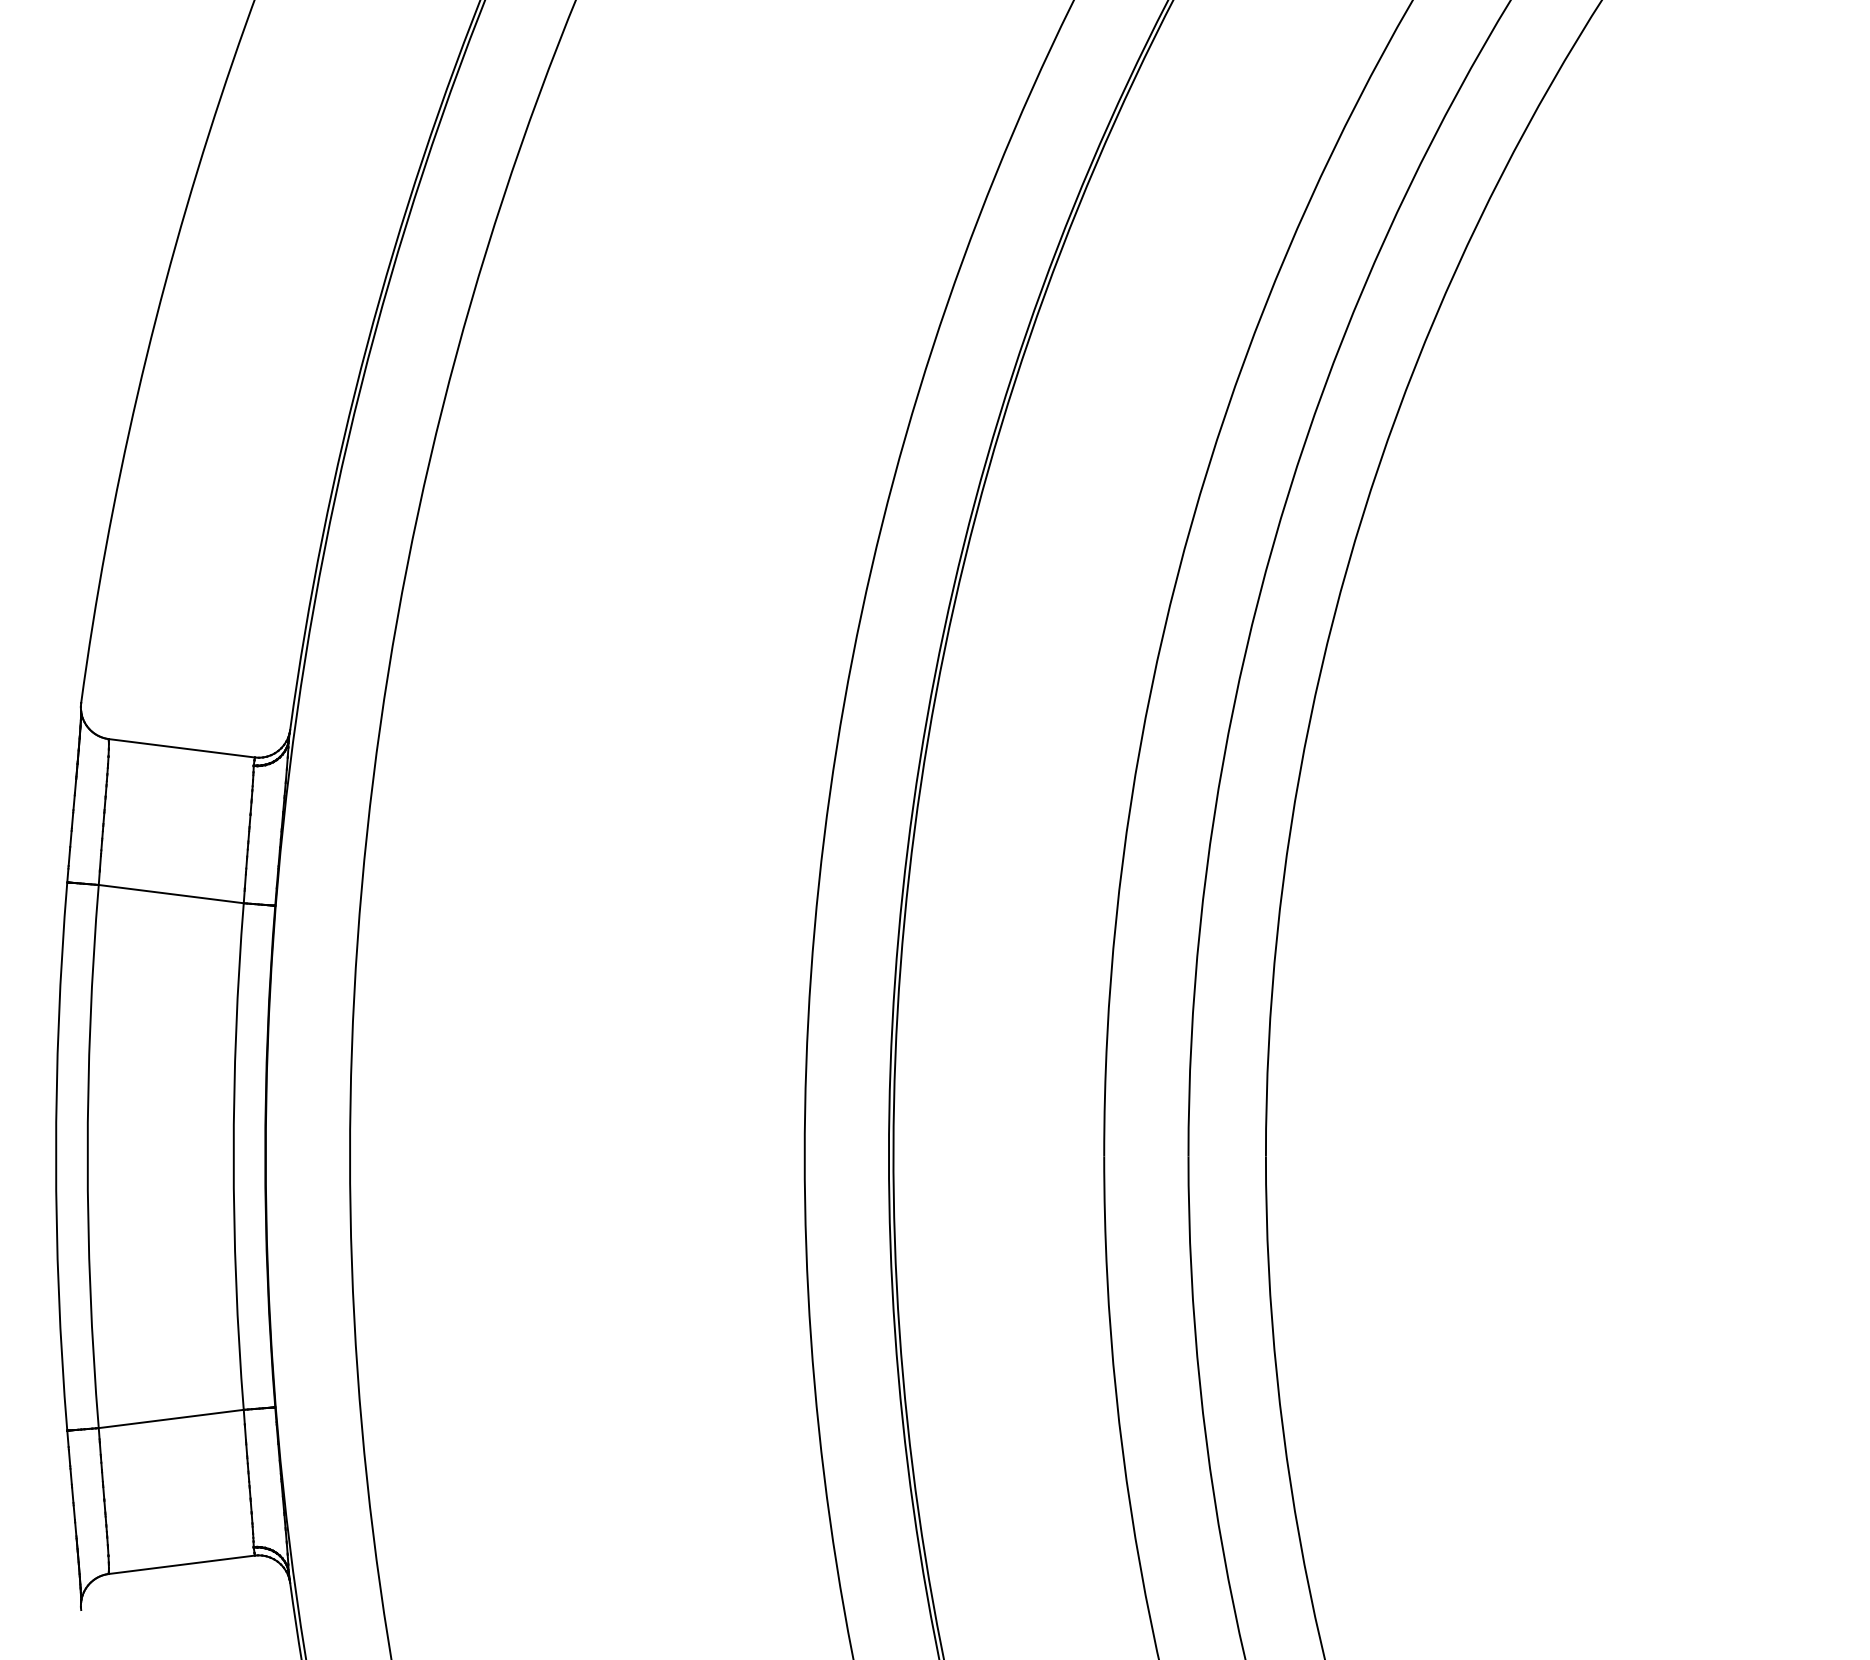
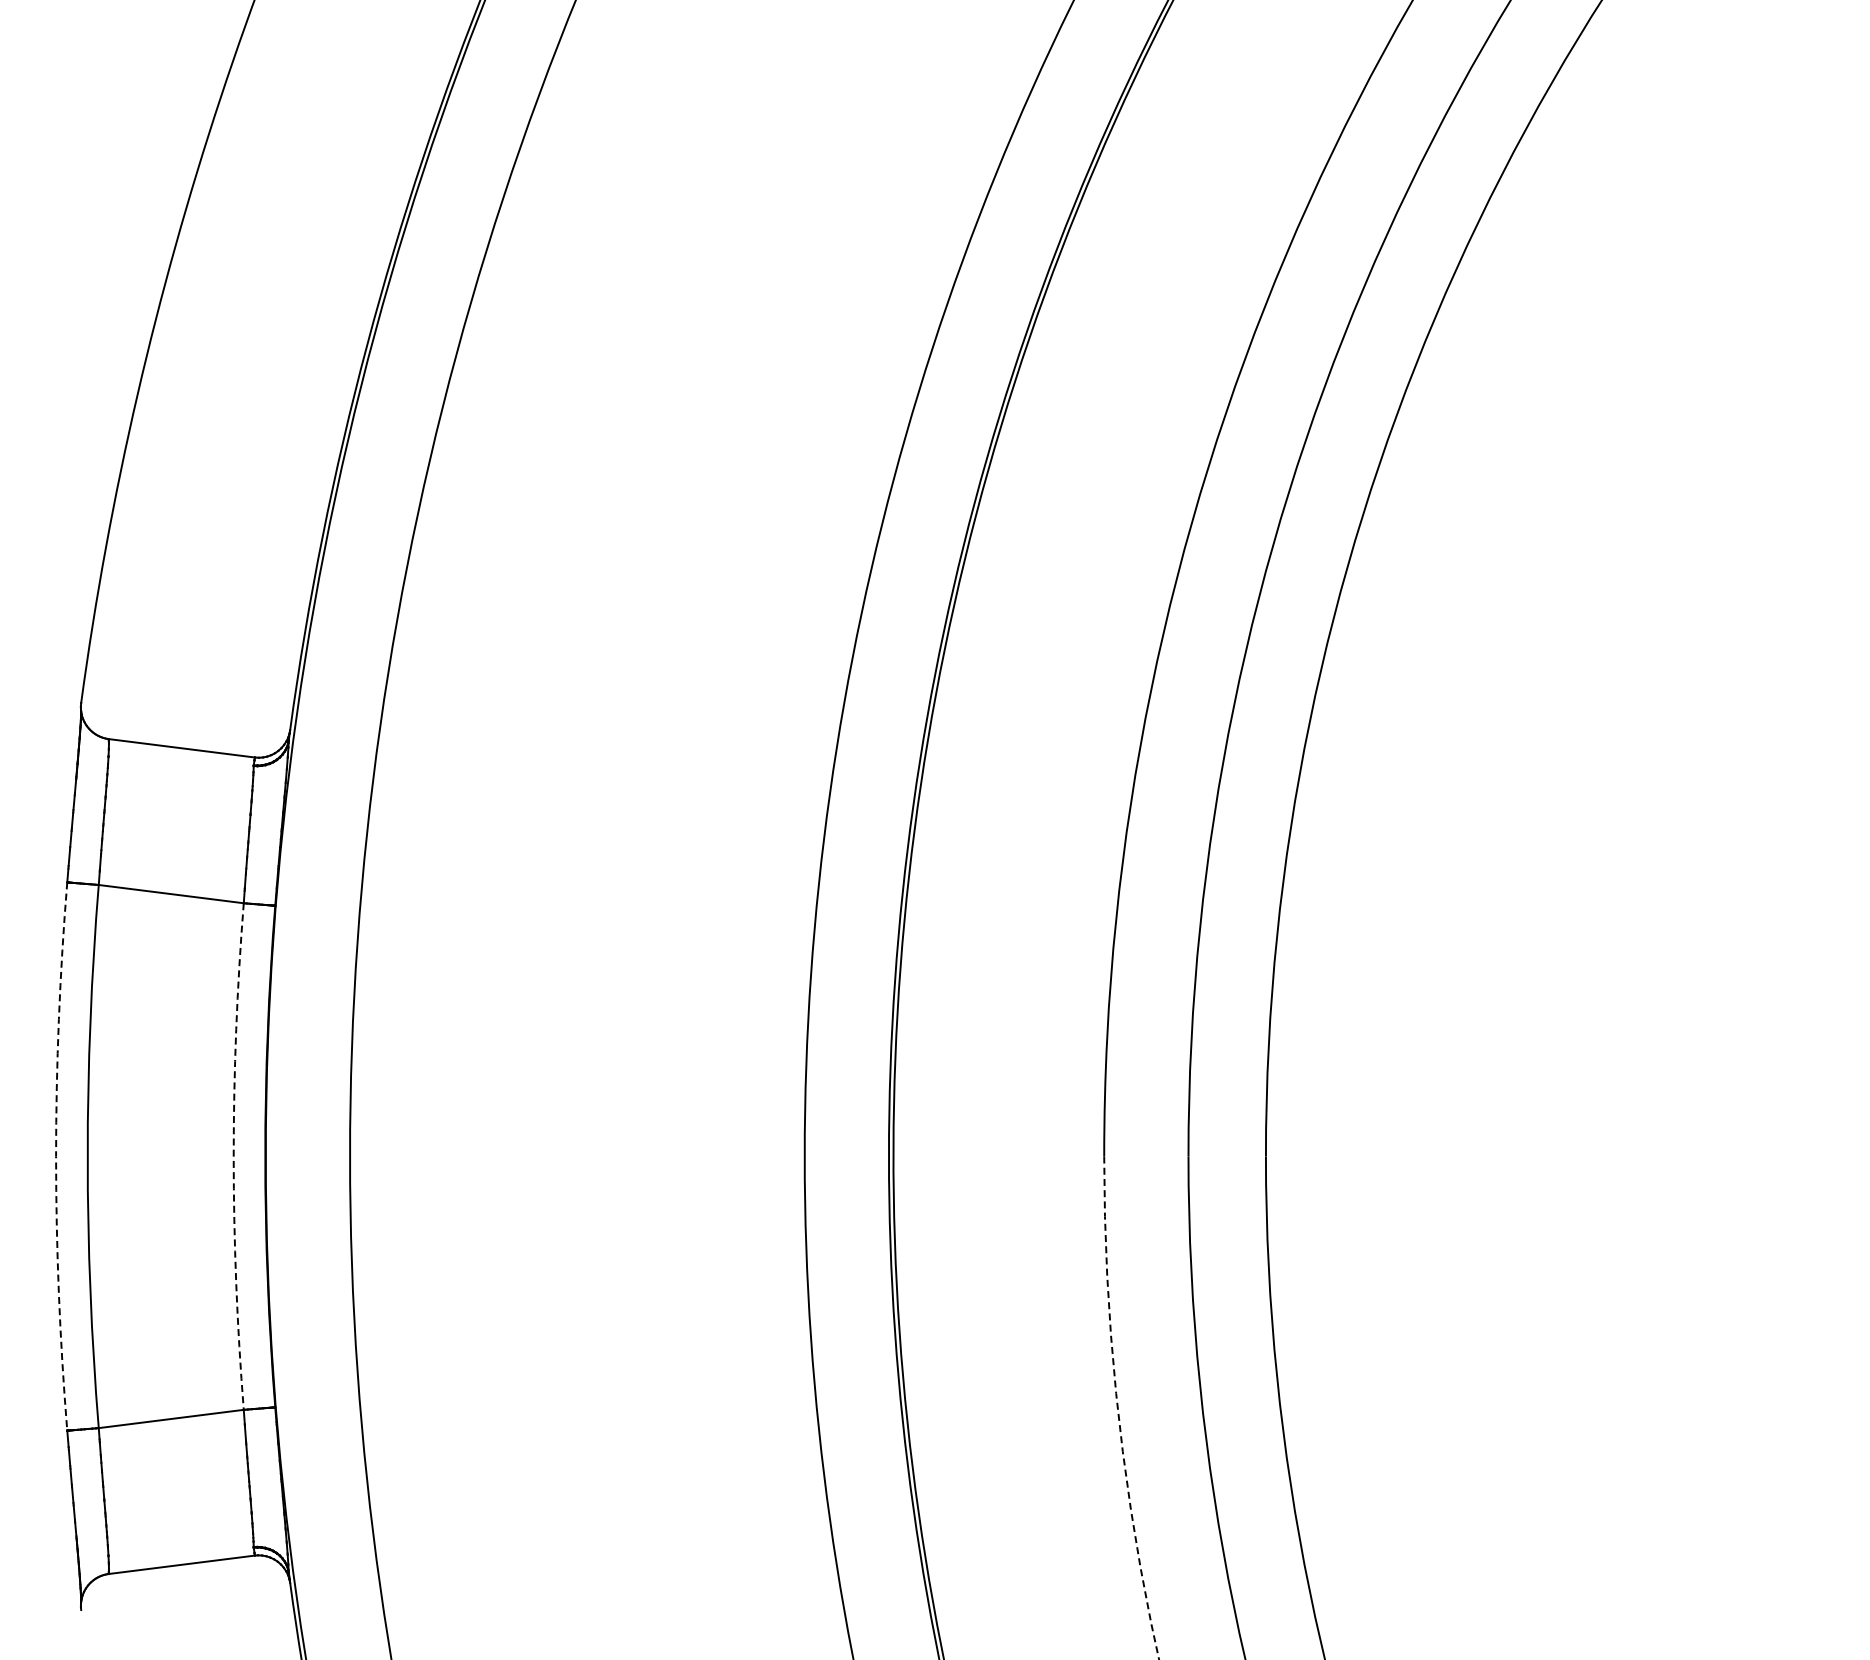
arc at (56, 1156): solid -> dashed
arc at (233, 1156): solid -> dashed
arc at (1118, 1411): solid -> dashed
